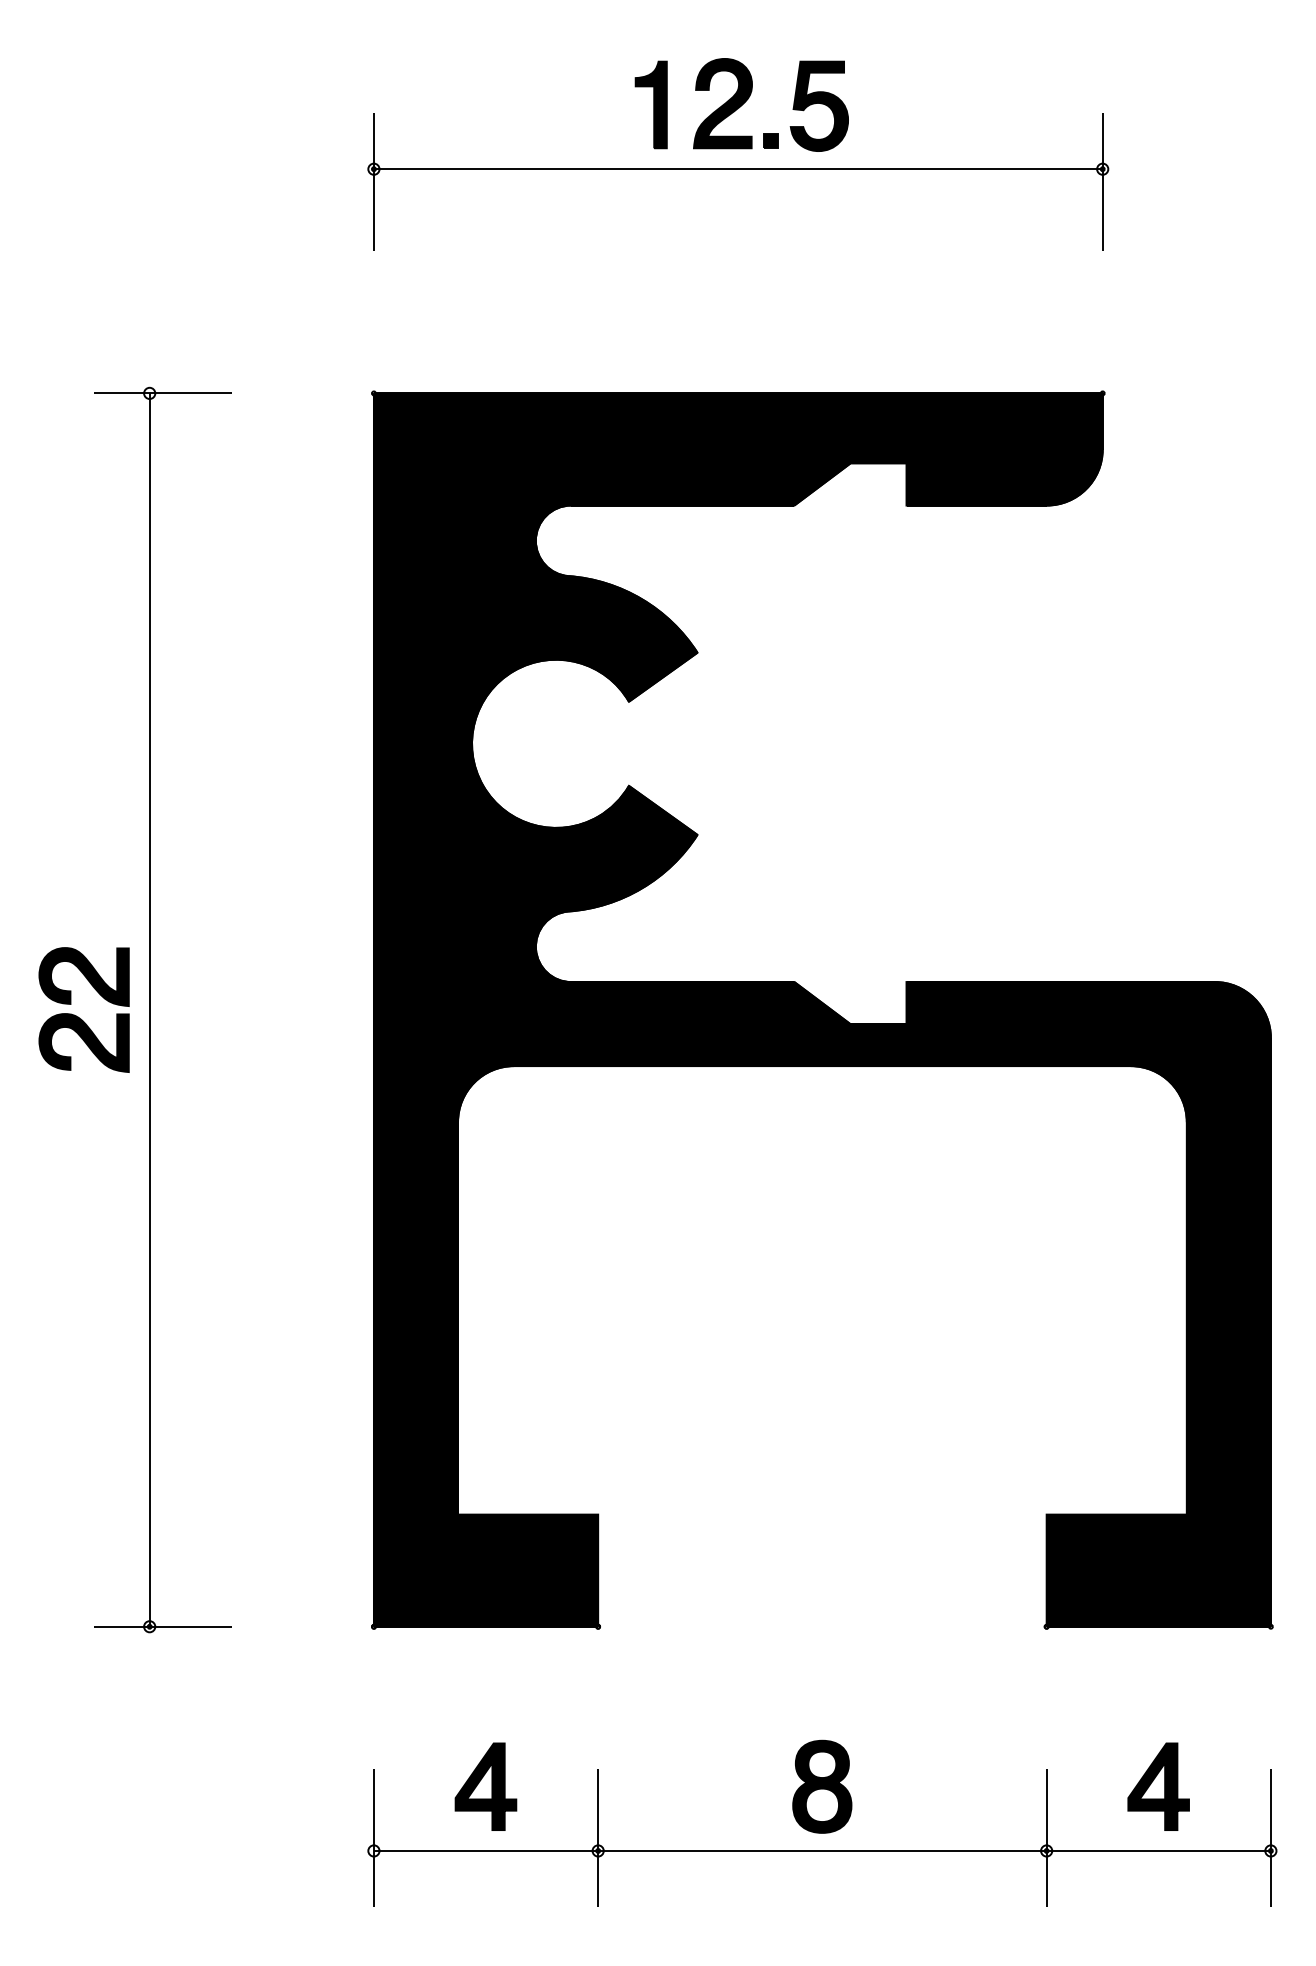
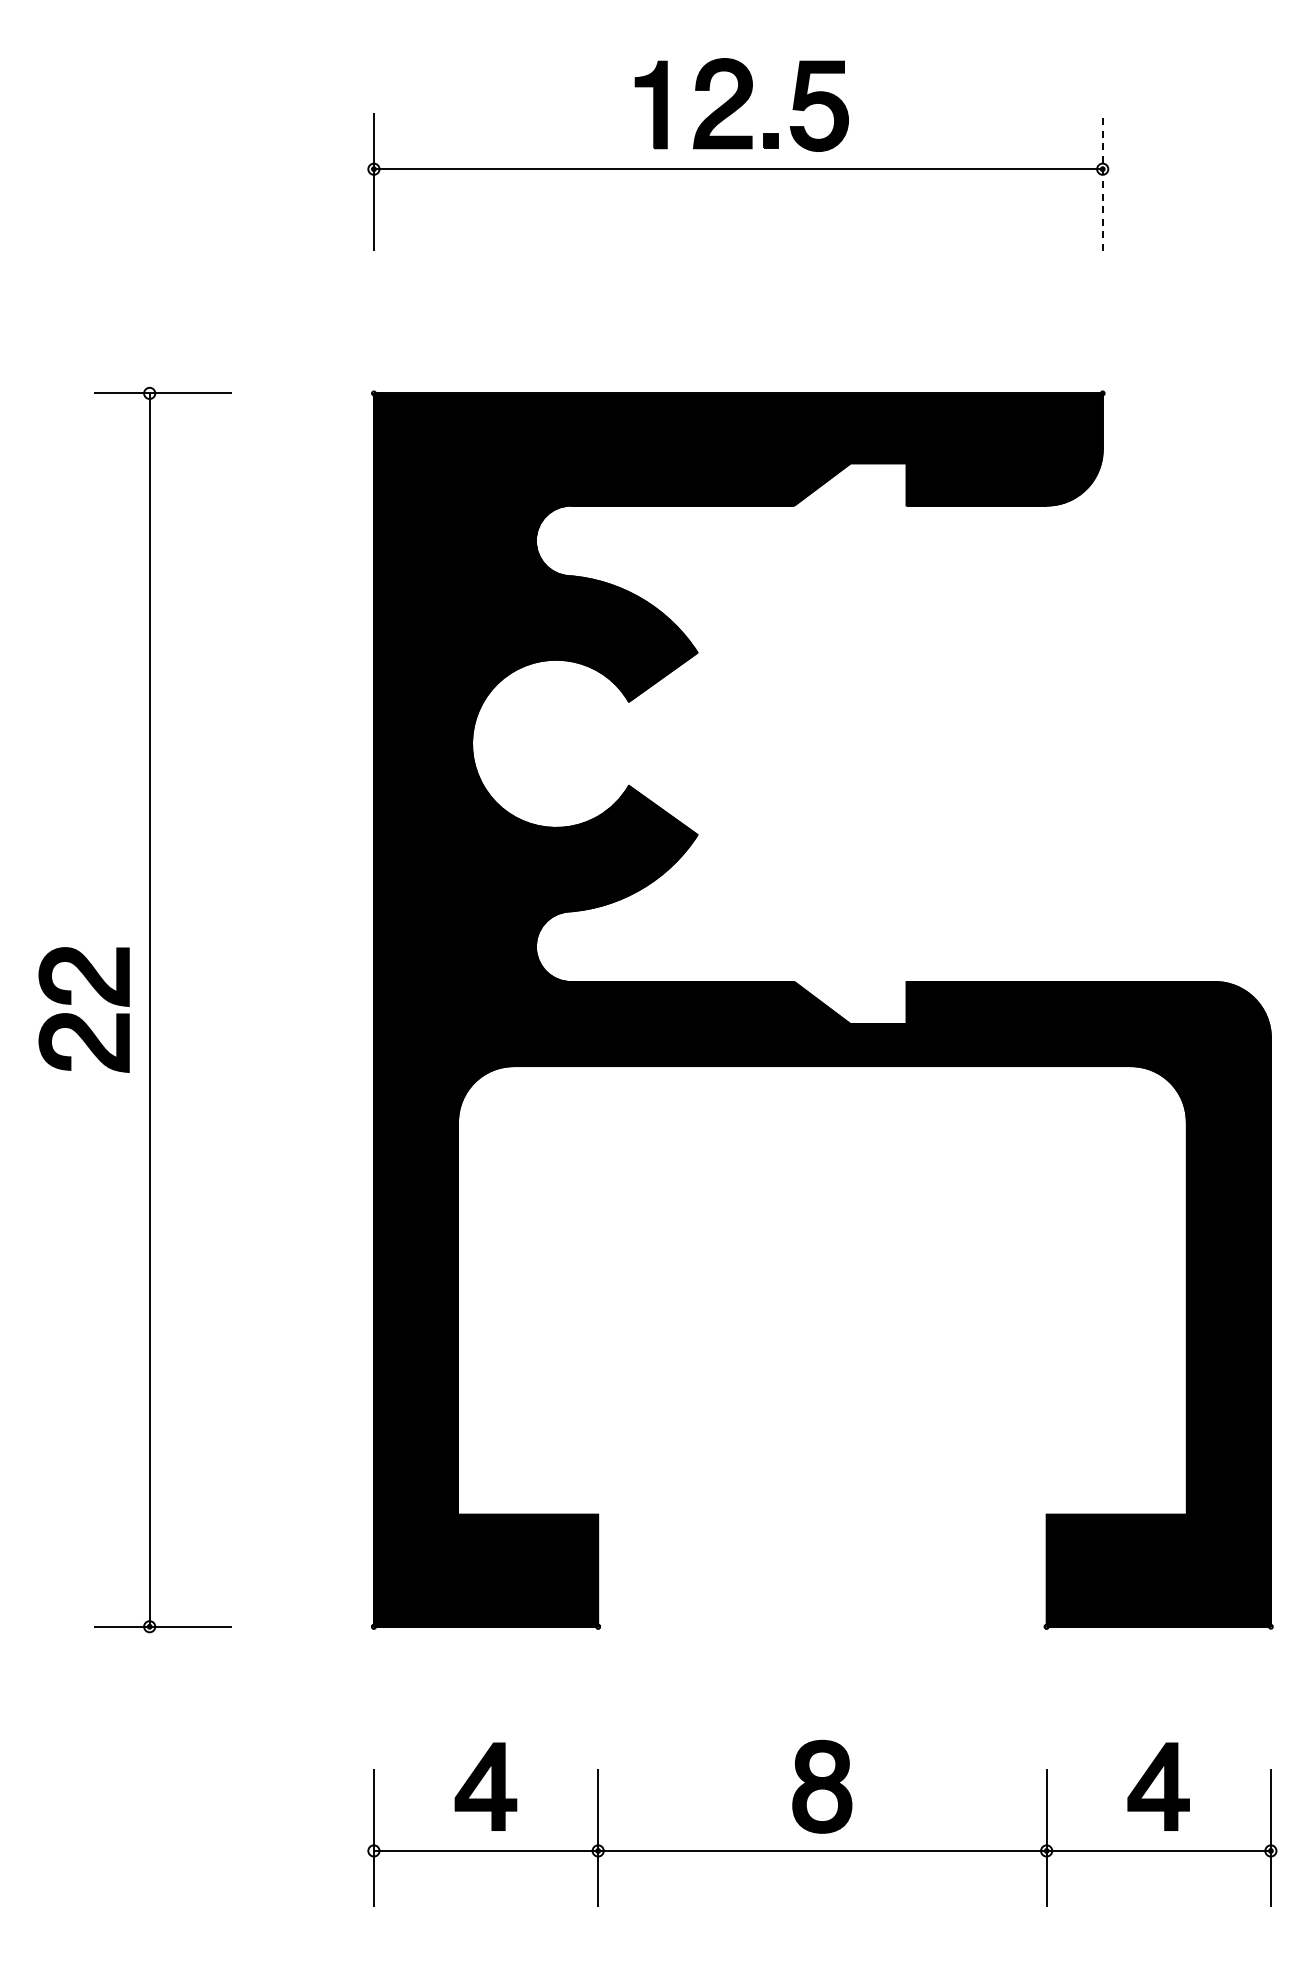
line at (1102, 182): solid -> dashed
